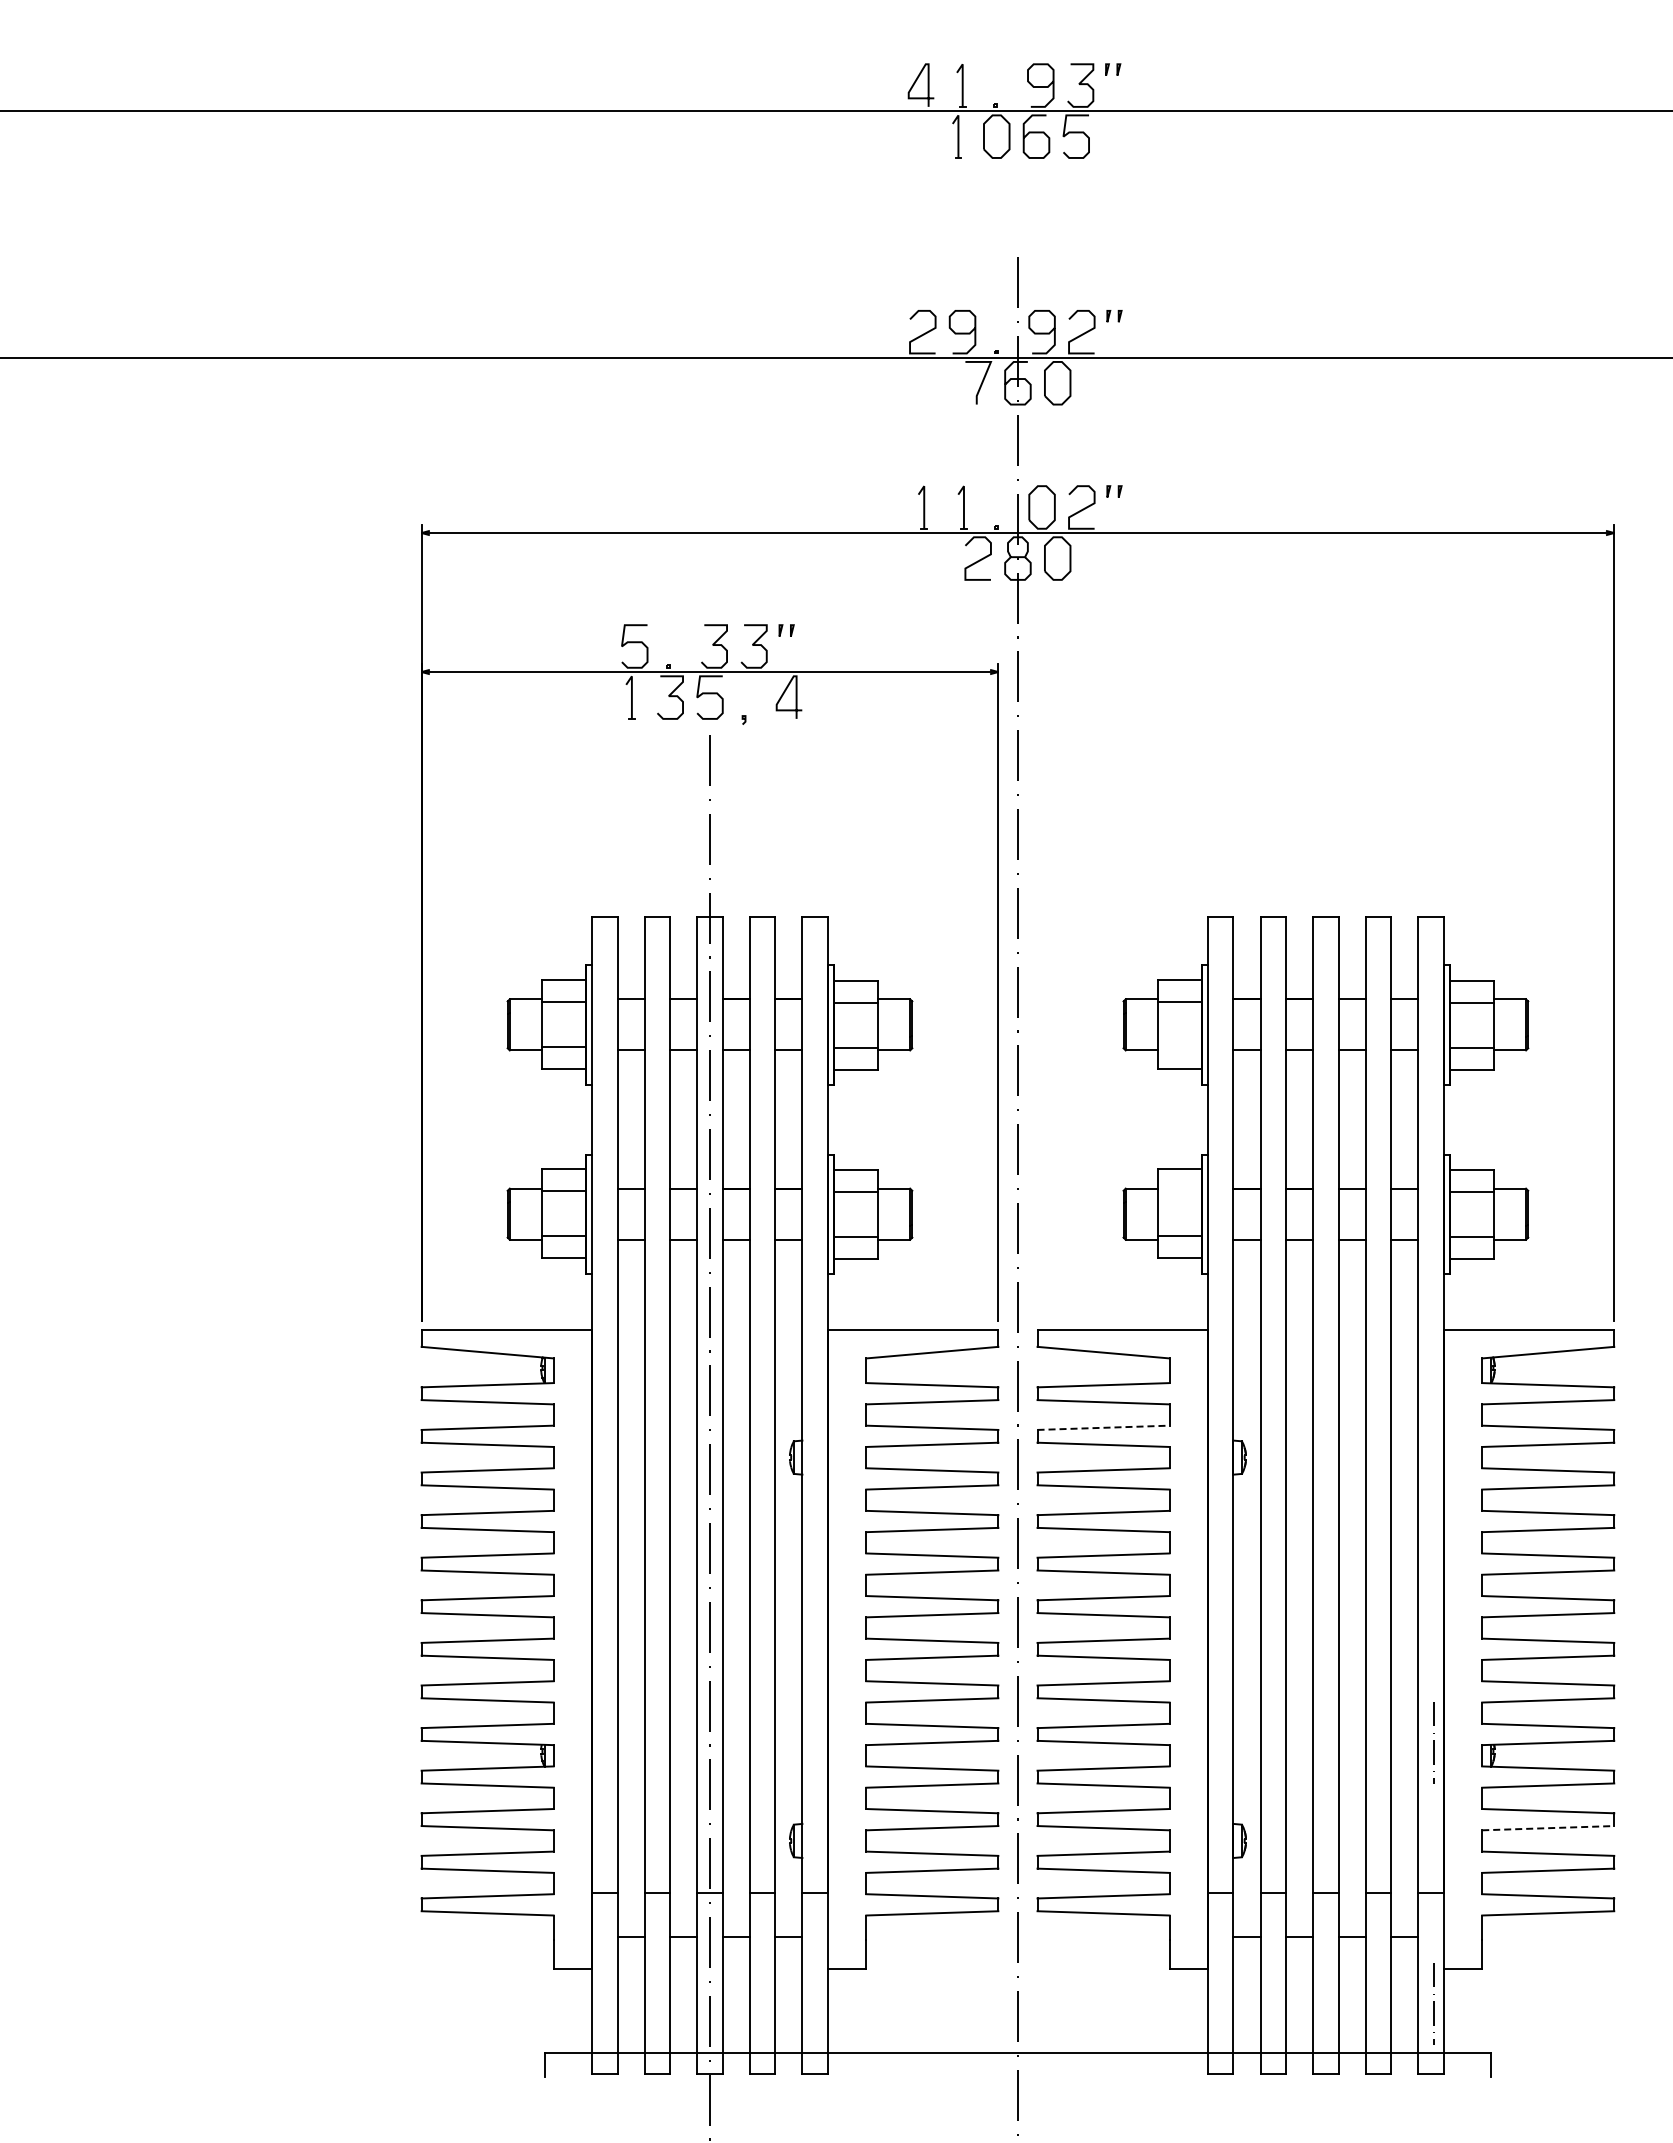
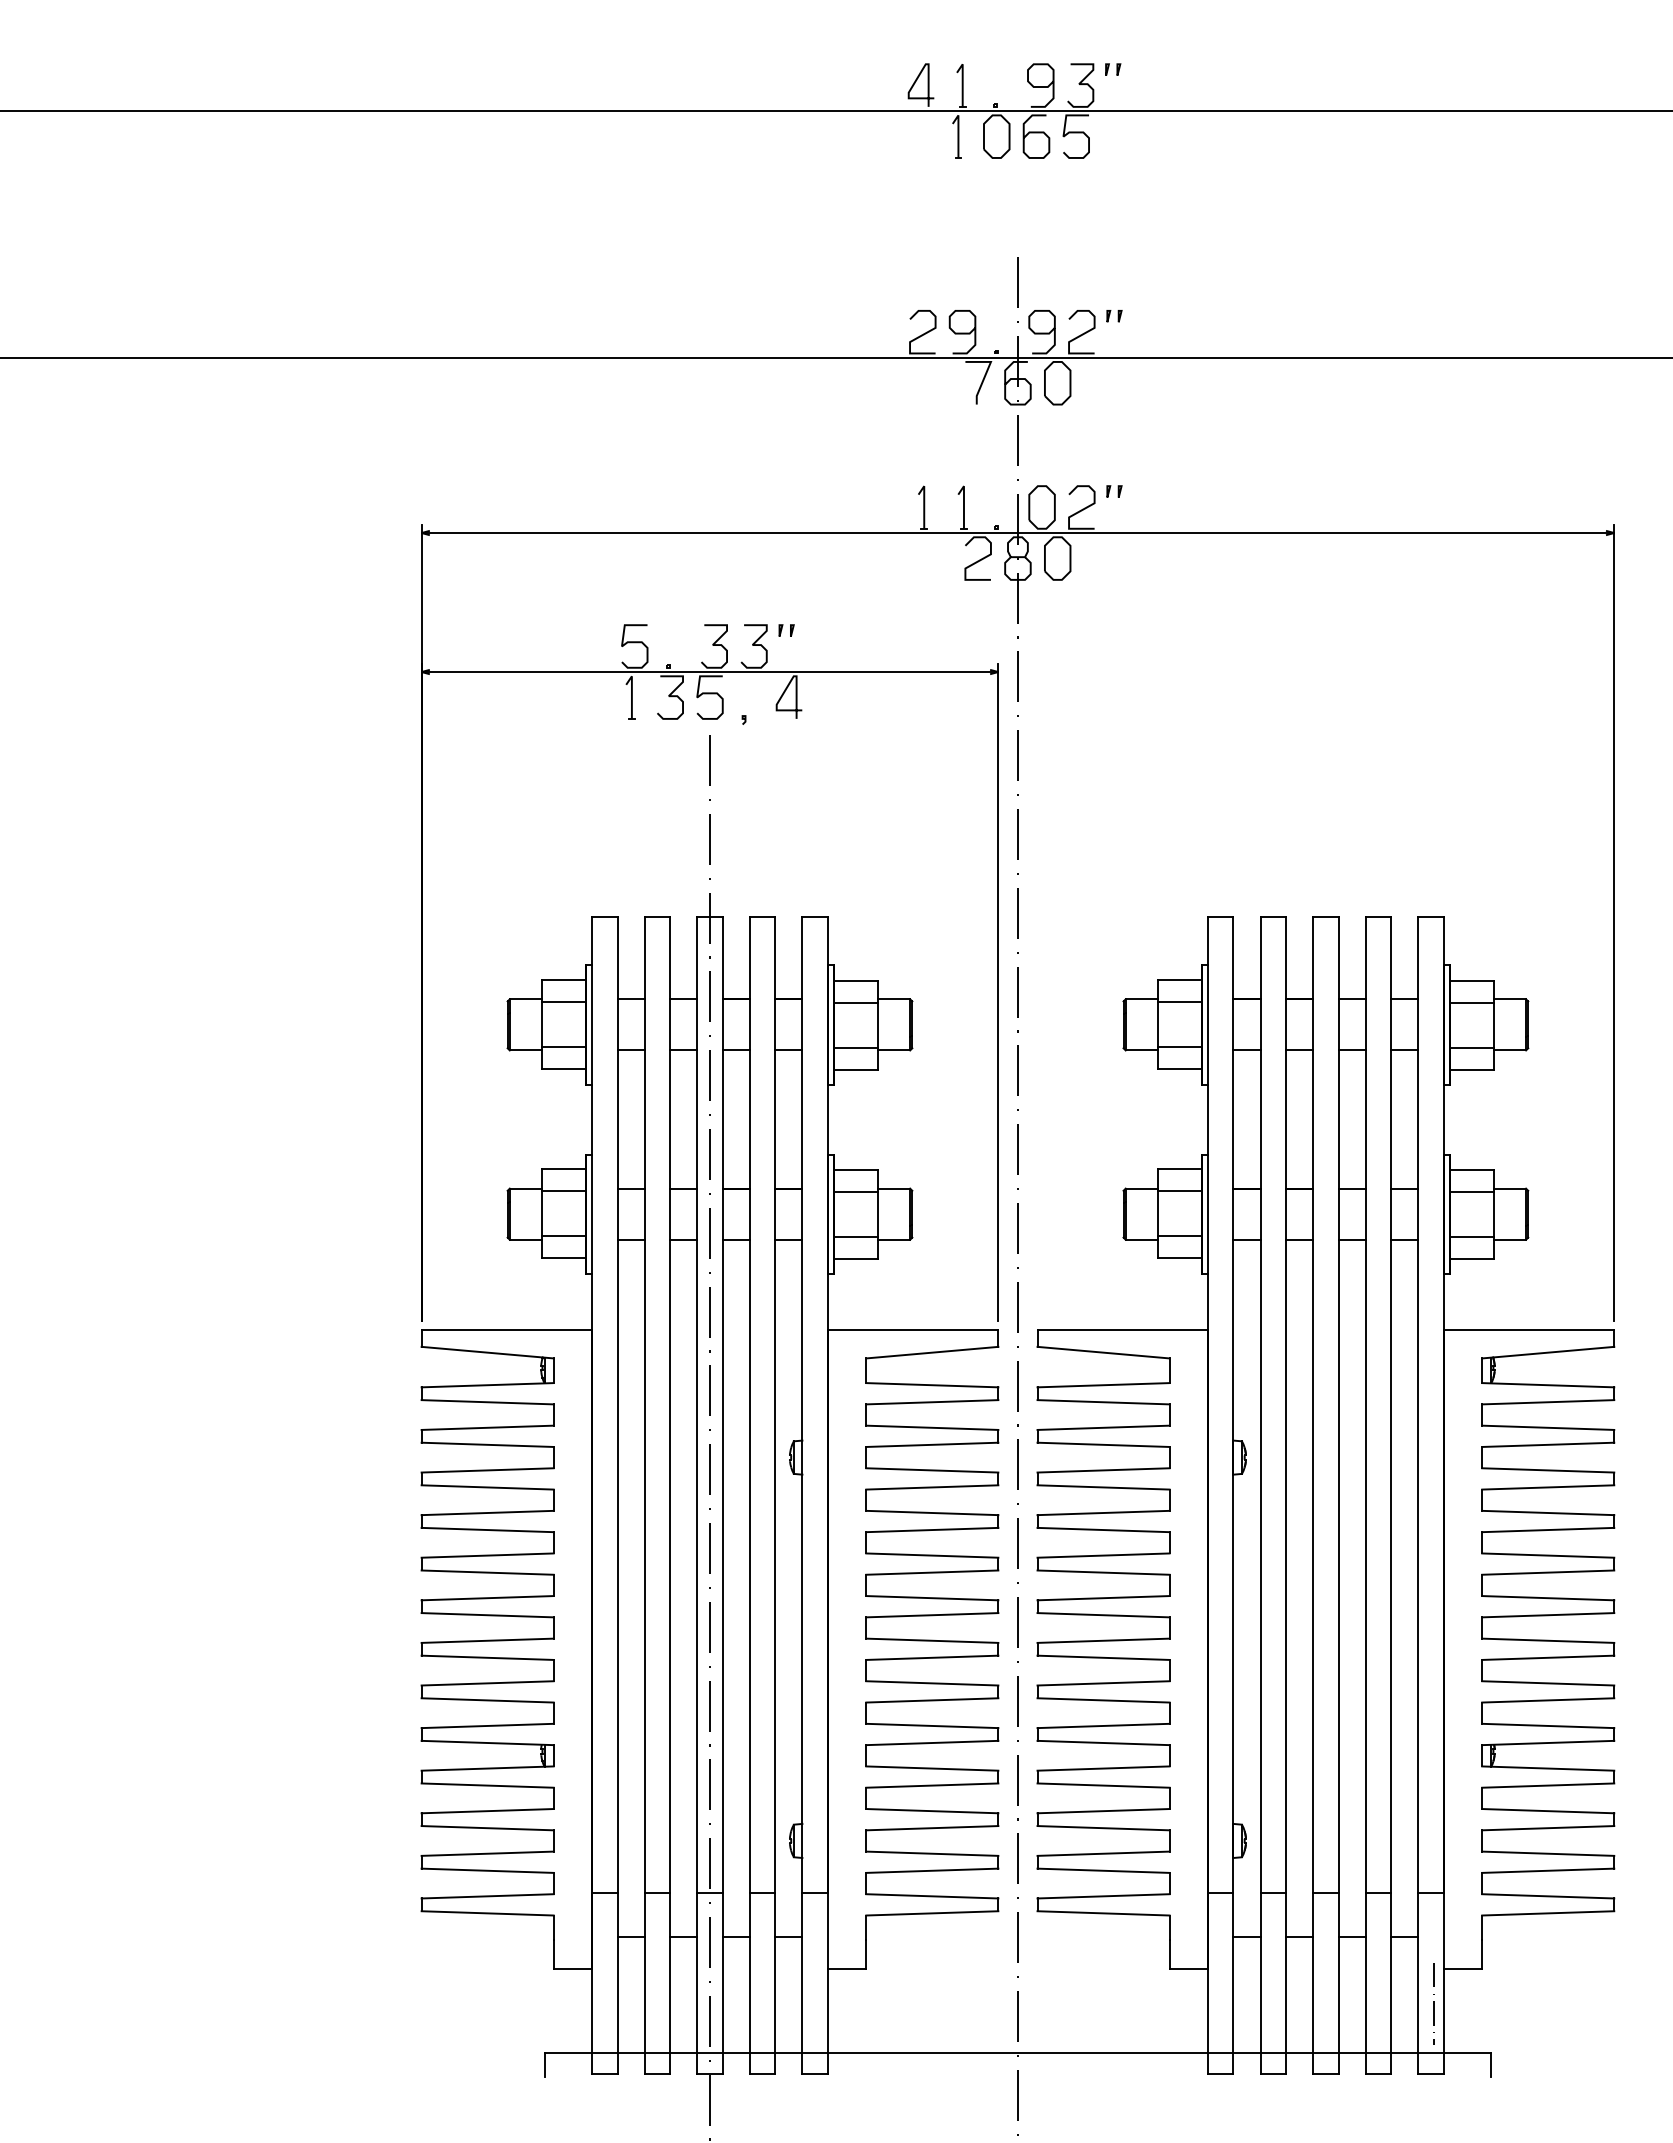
line at (1179, 1046): none -> present
line at (1179, 1191): none -> present
line at (1104, 1427): dashed -> solid
line at (1433, 1742): present -> none
line at (1548, 1828): dashed -> solid
